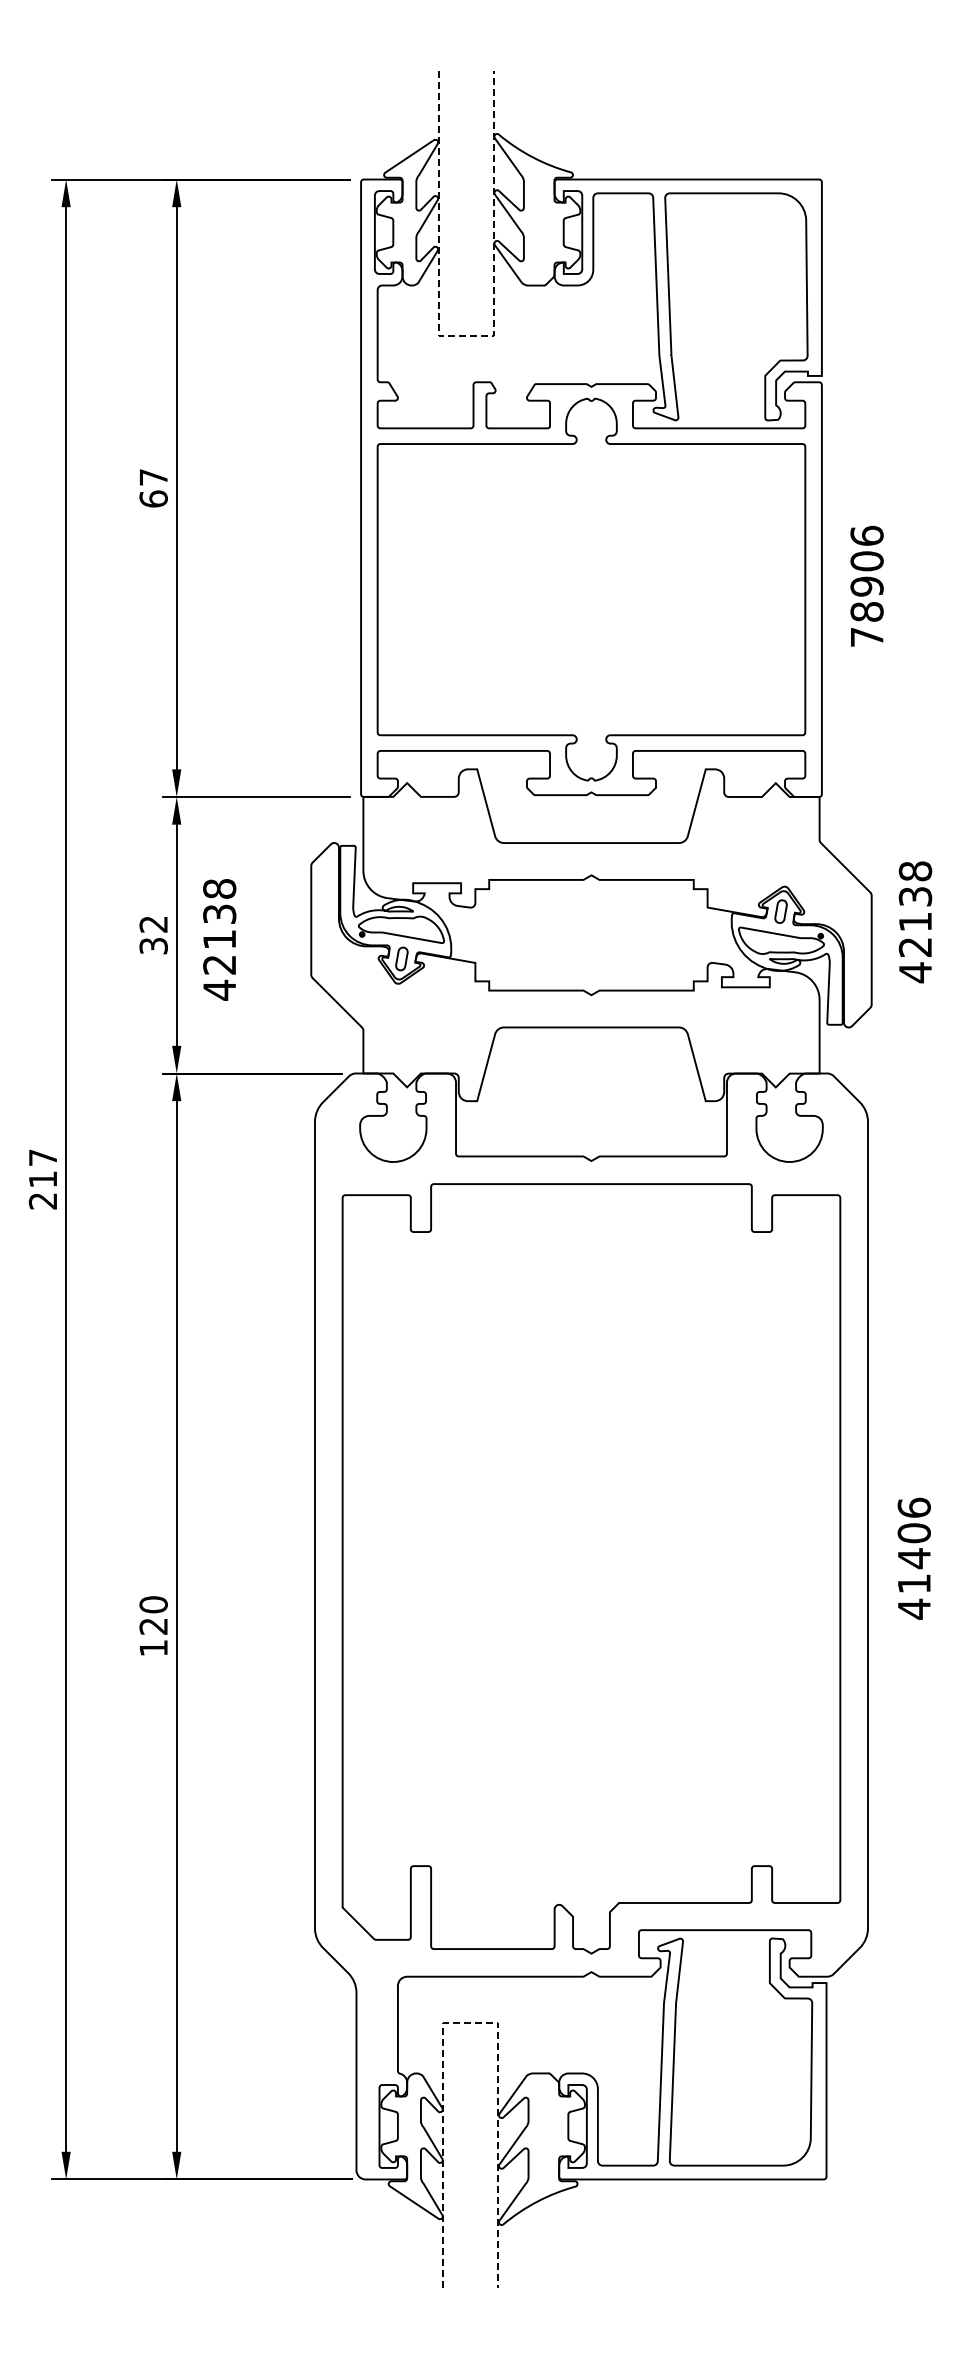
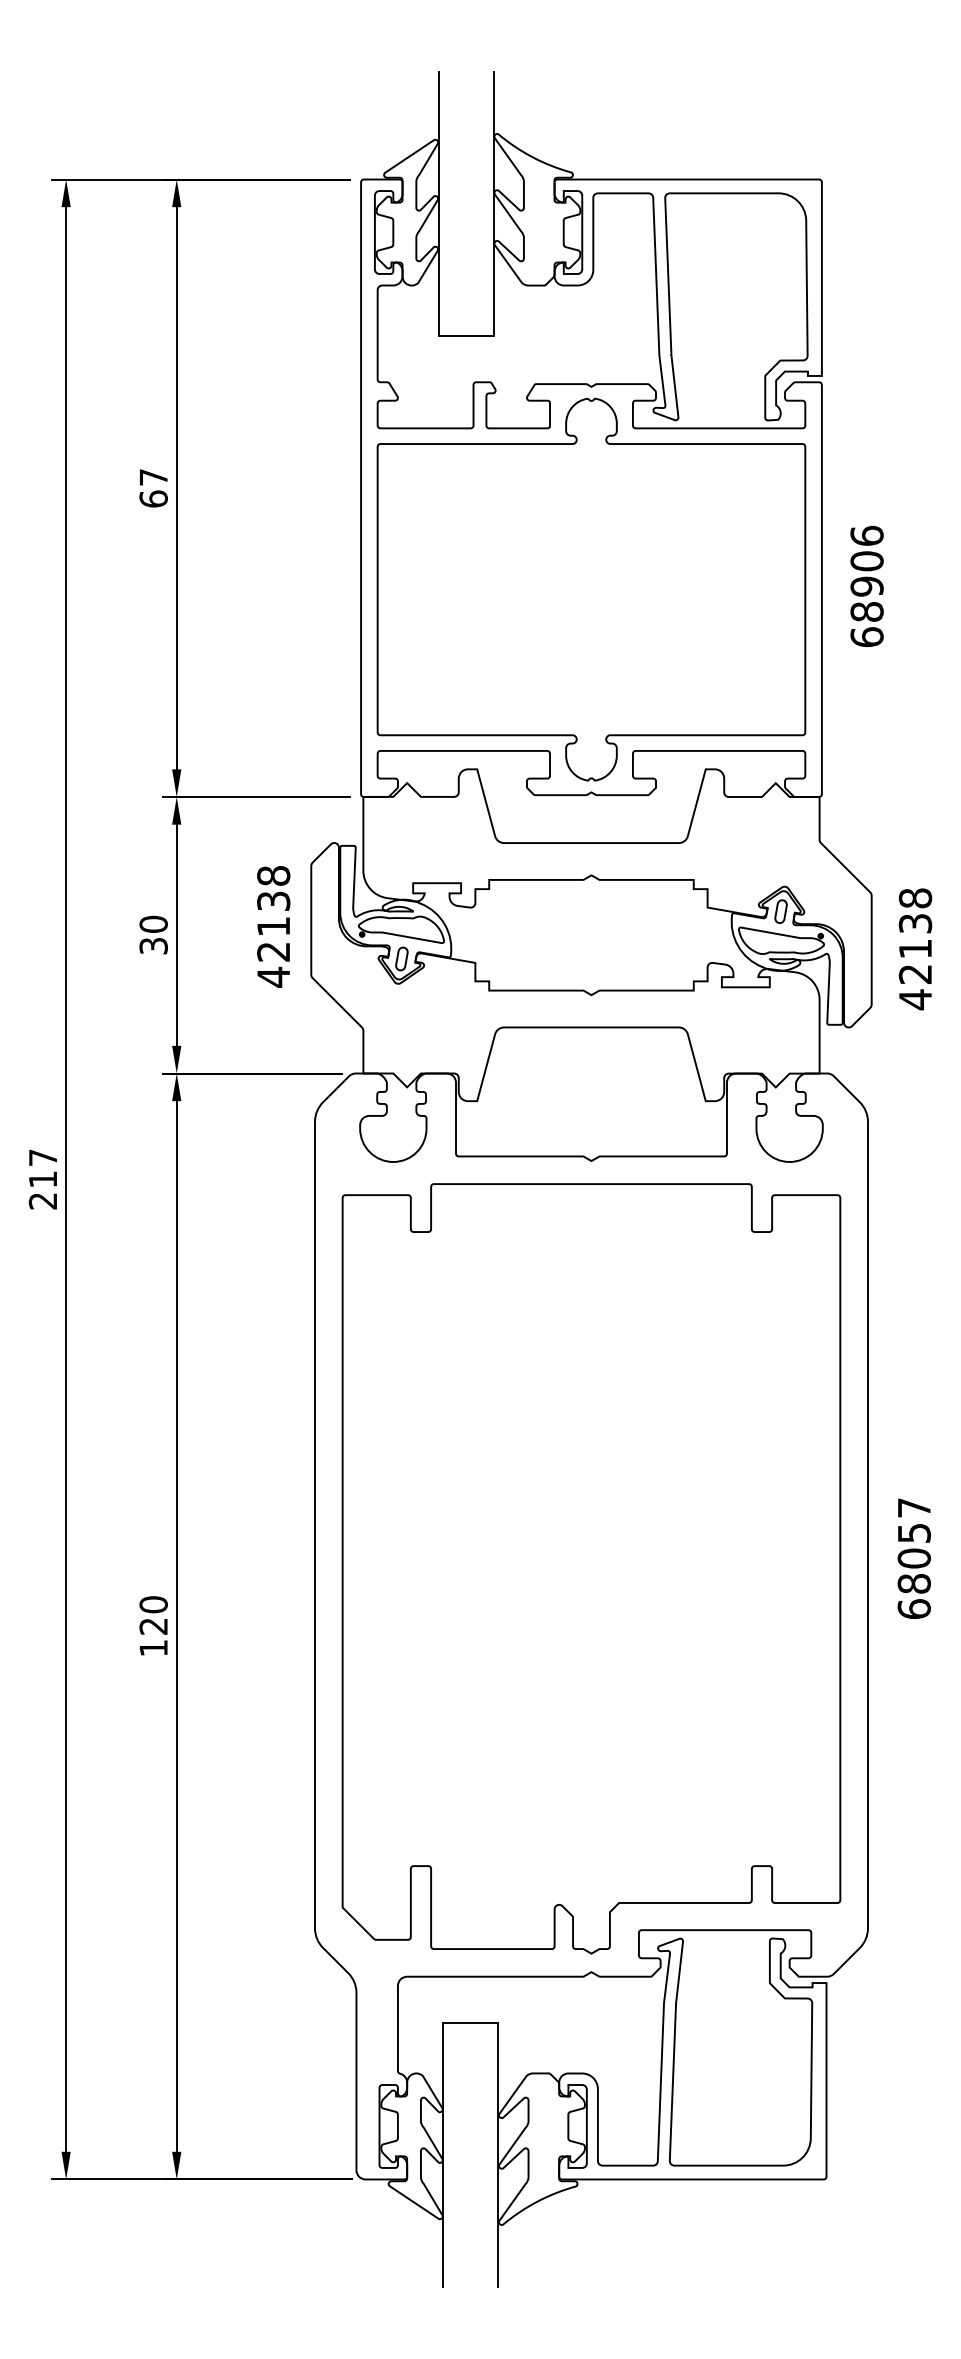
line at (466, 336): dashed -> solid
text at (866, 637): 78906 -> 68906
text at (915, 922) position: (915, 922) -> (915, 949)
text at (153, 923): 32 -> 30
text at (219, 939) position: (219, 939) -> (273, 926)
text at (913, 1558): 41406 -> 68057
line at (470, 2022): dashed -> solid
